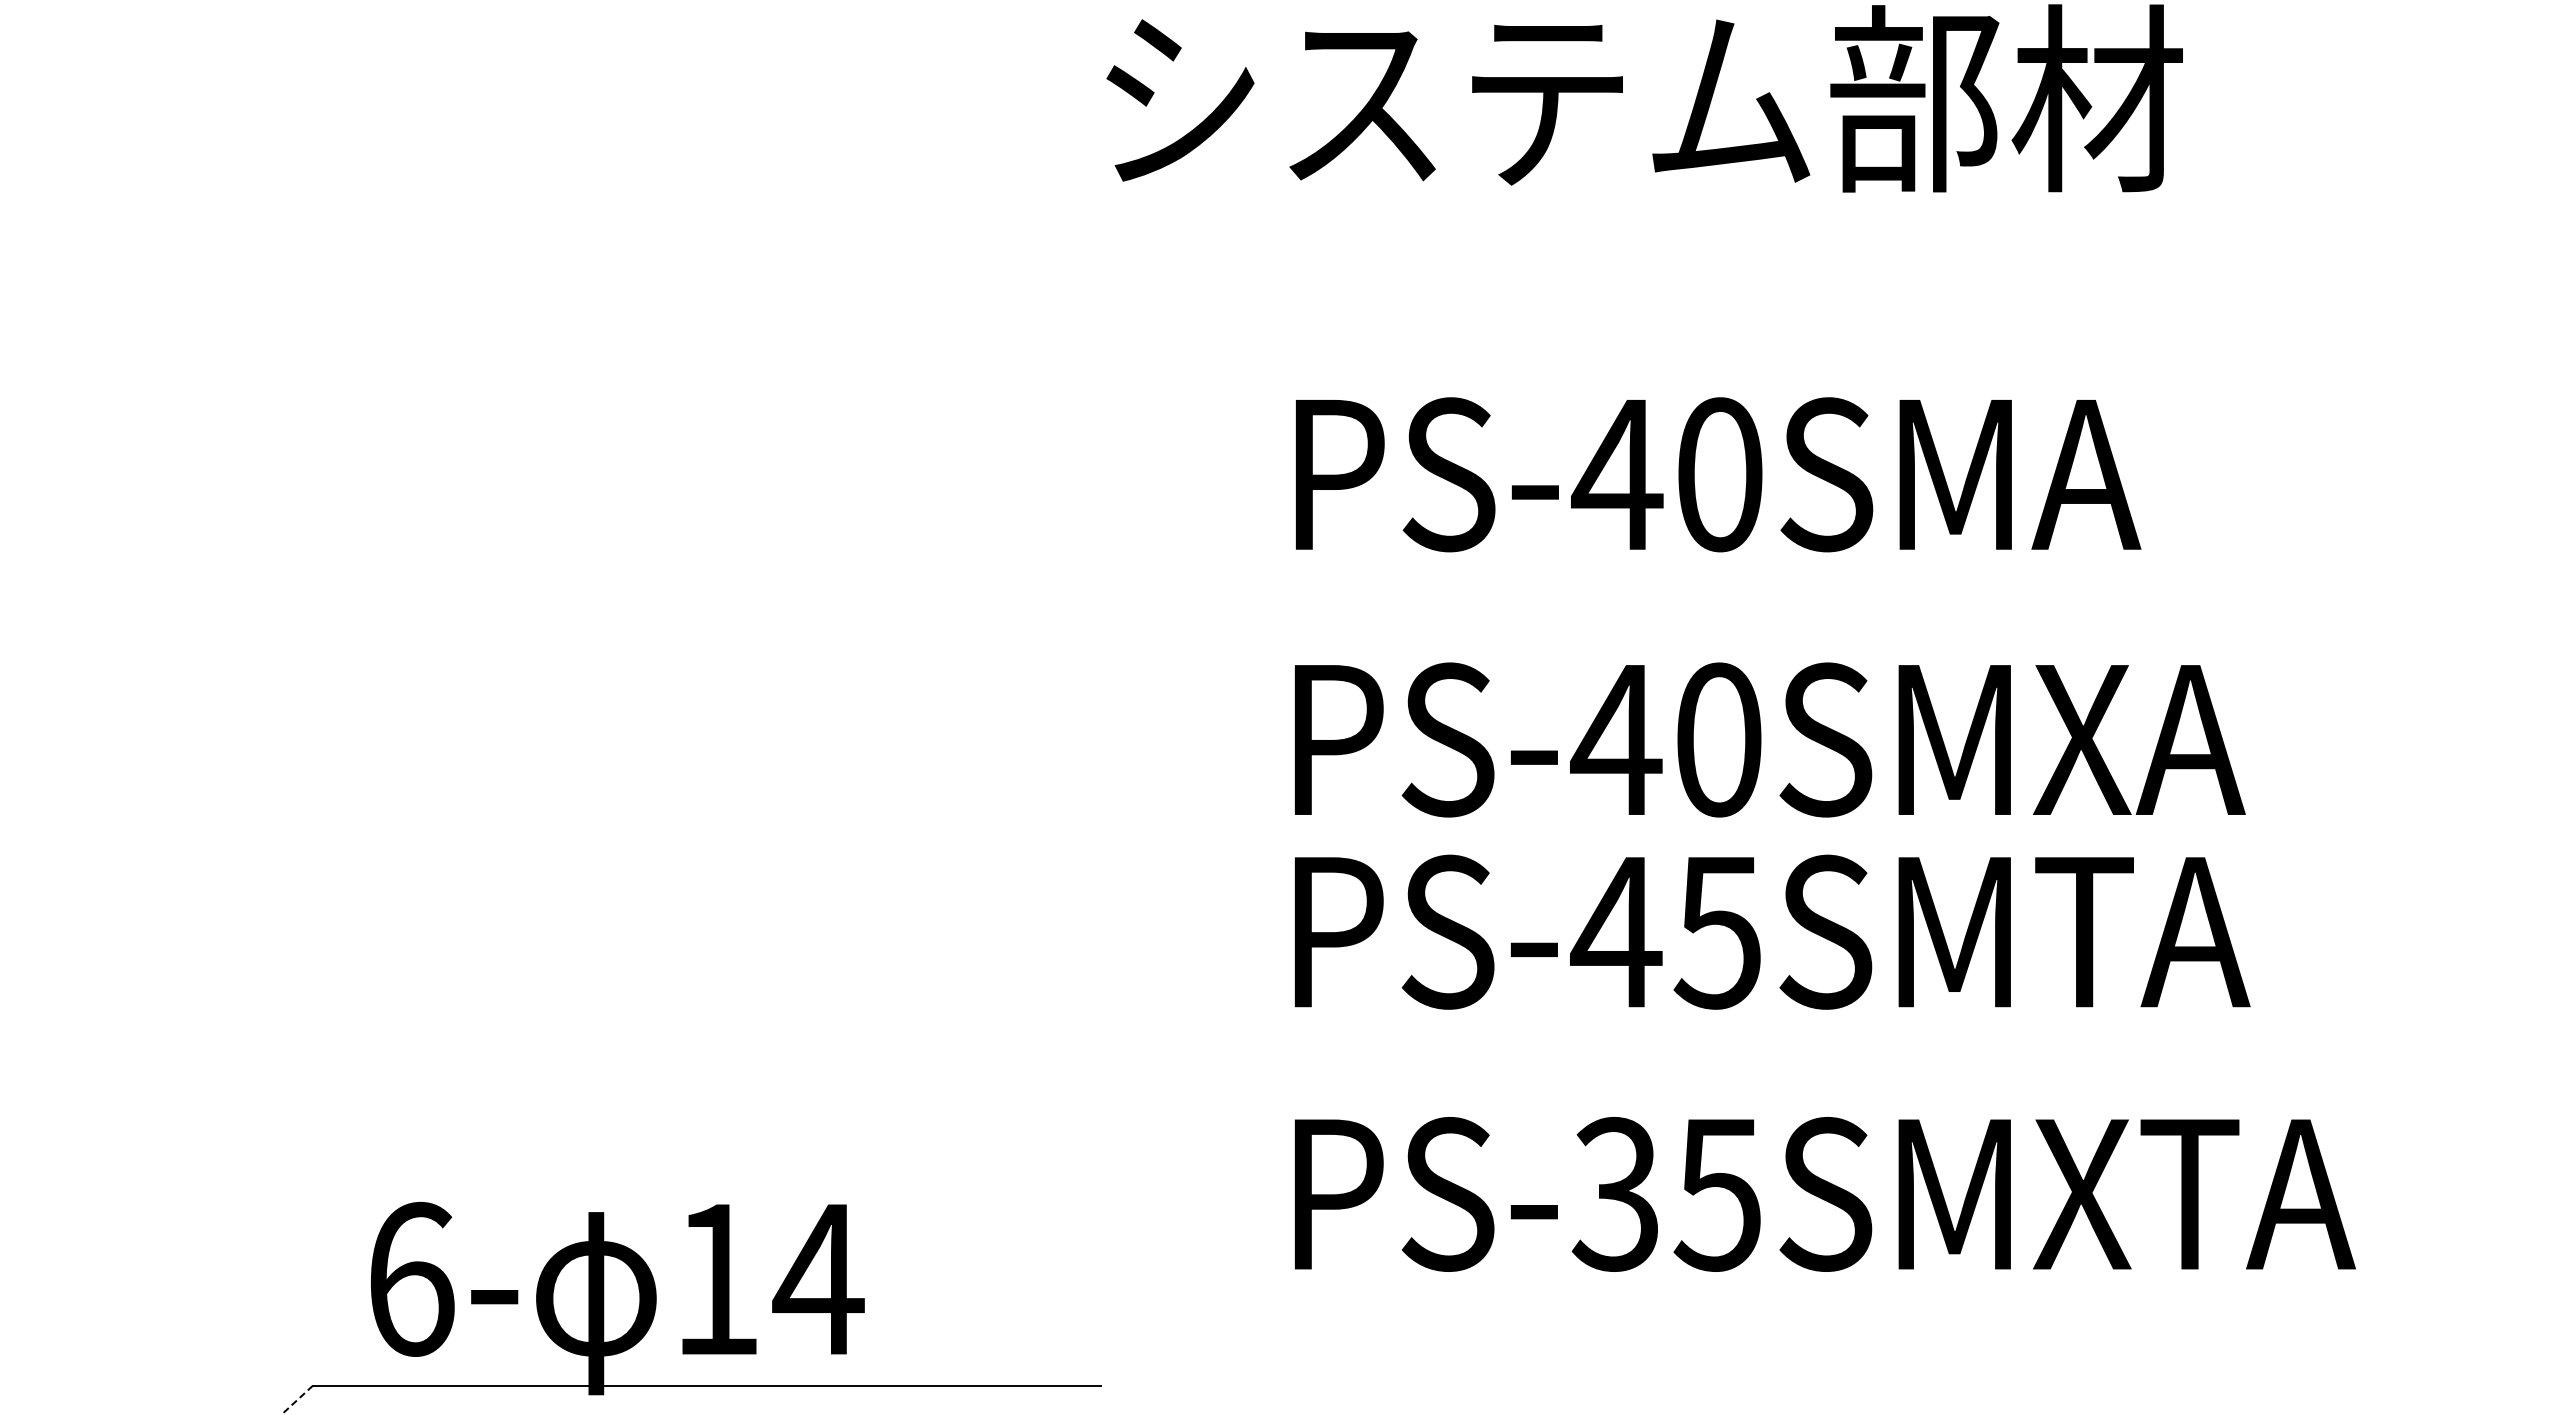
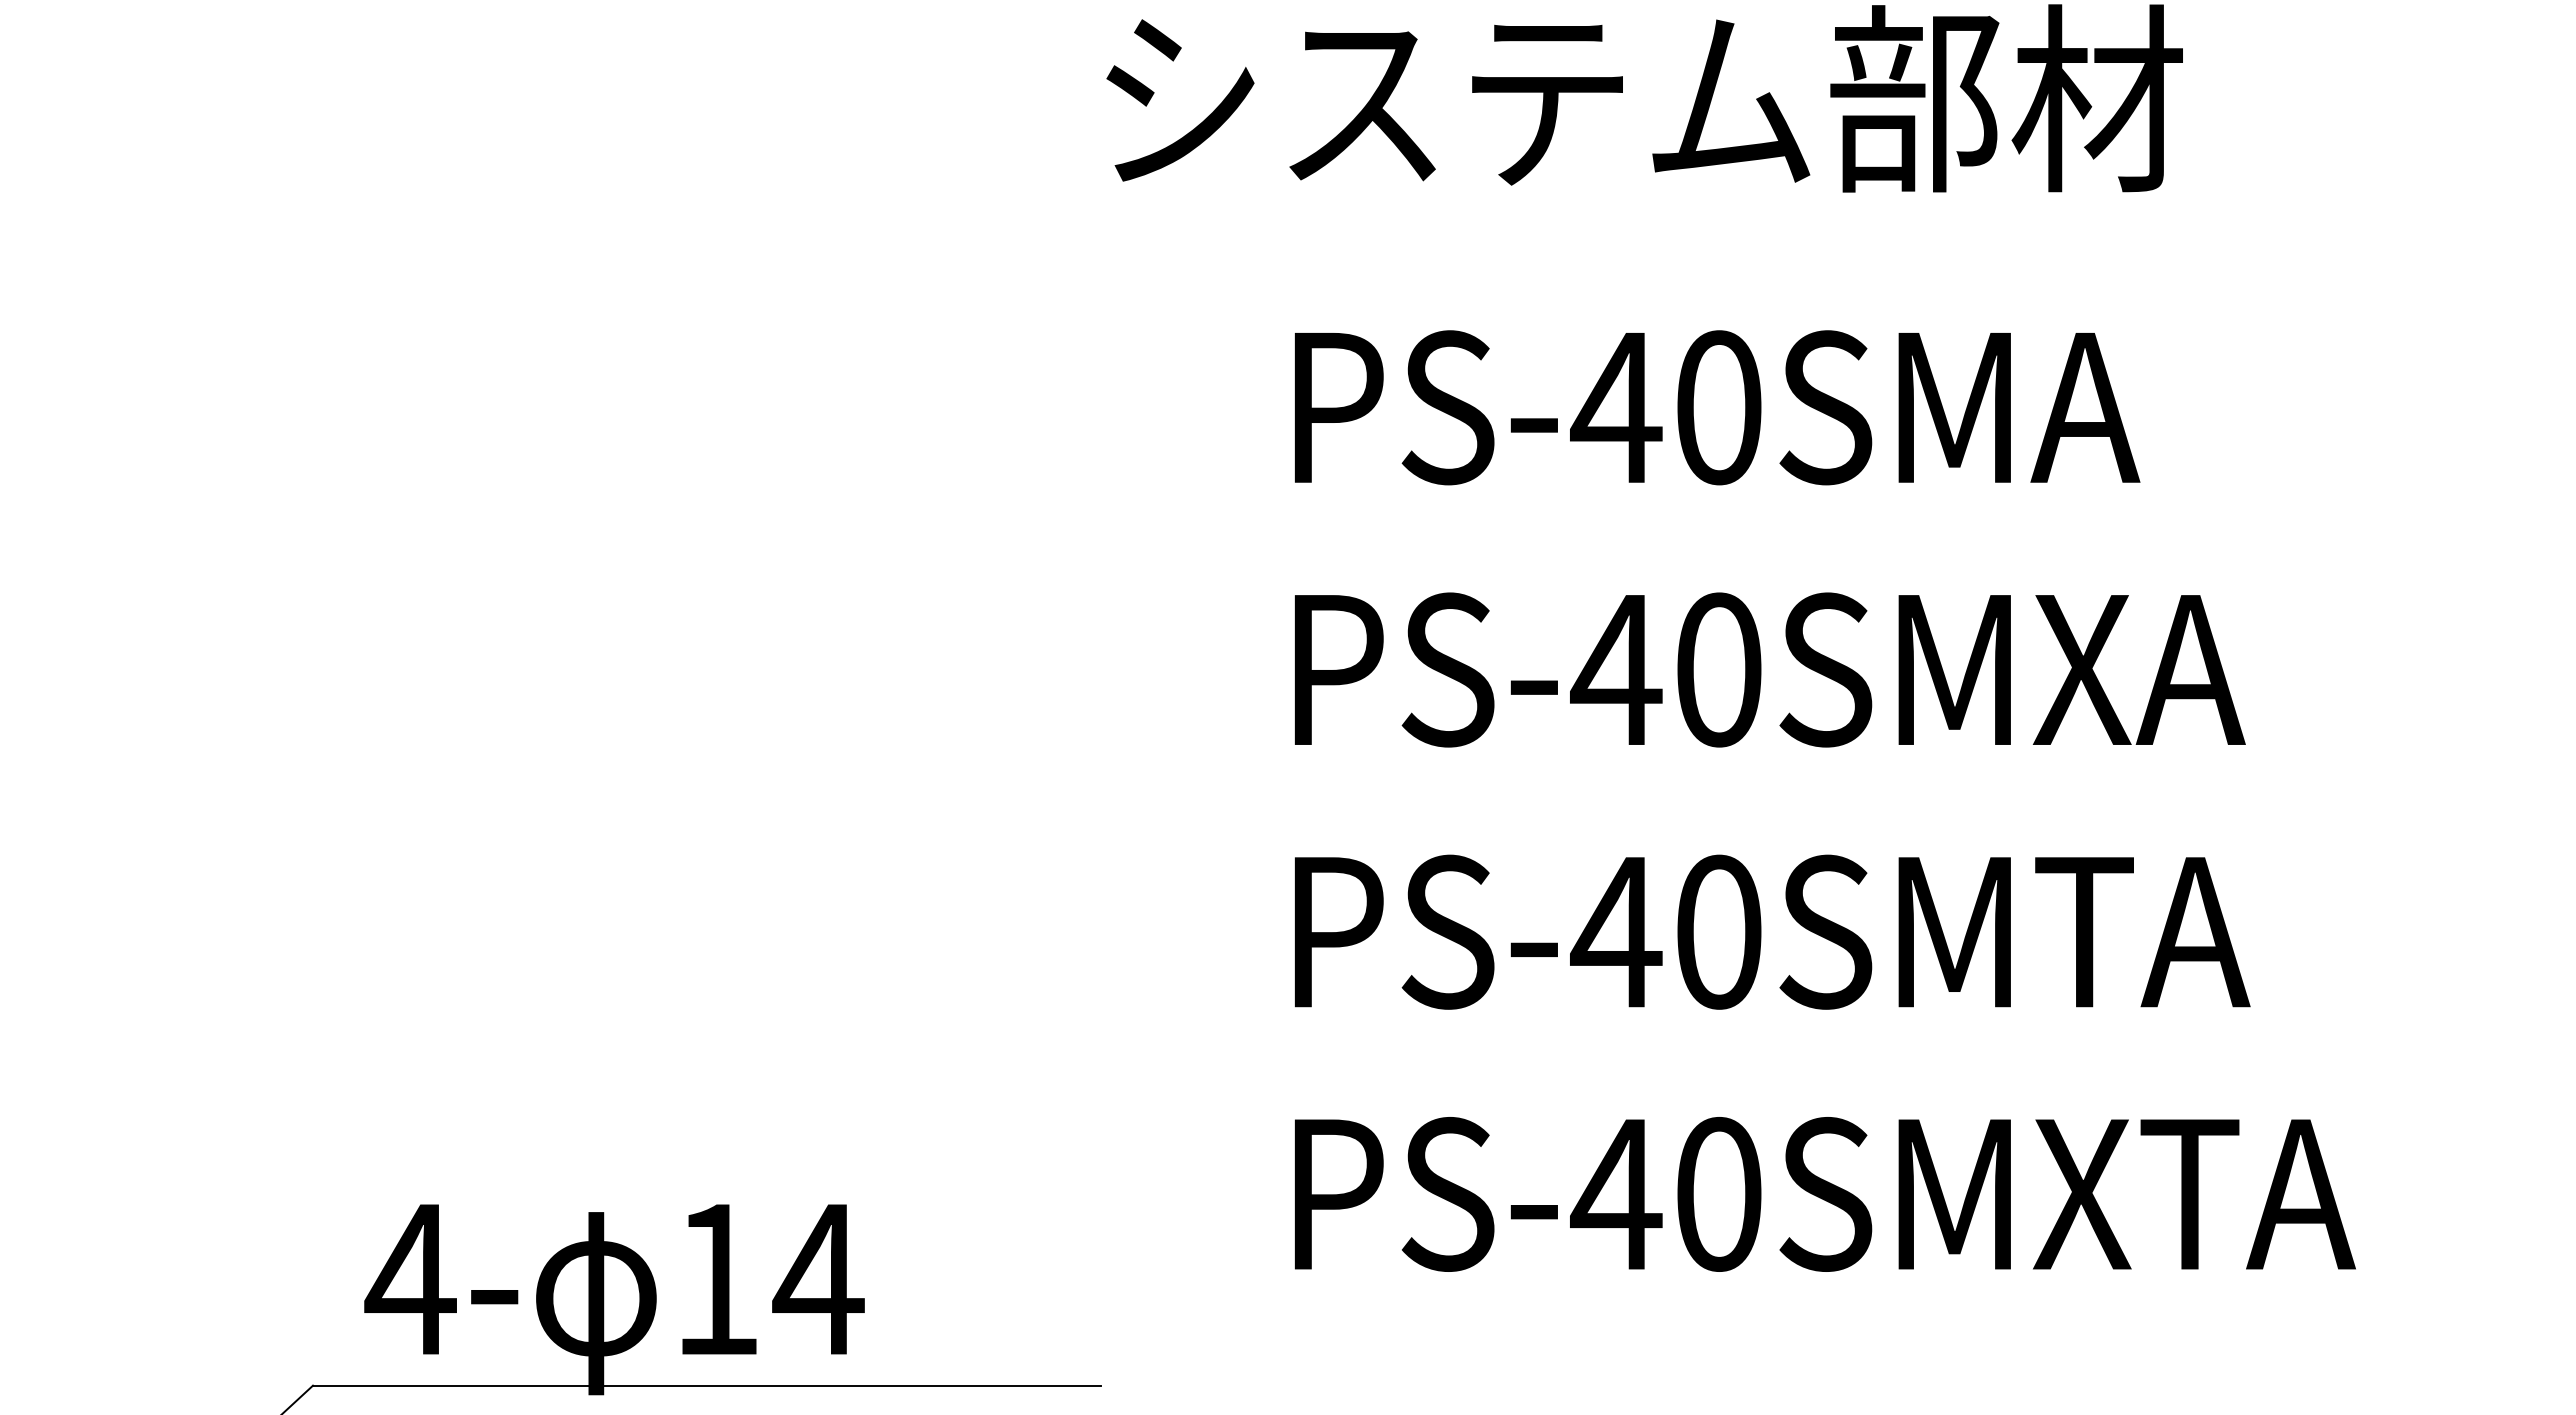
text at (1718, 474) position: (1718, 474) -> (1717, 407)
text at (1770, 739) position: (1770, 739) -> (1770, 669)
text at (1717, 931): PS-45SMTA -> PS-40SMTA
text at (1665, 1194): PS-35SMXTA -> PS-40SMXTA
text at (410, 1278): 6- -> 4-
line at (296, 1400): dashed -> solid
